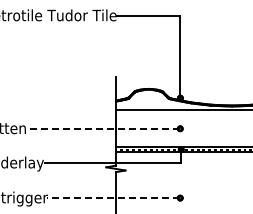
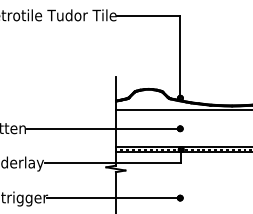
line at (103, 128): dashed -> solid
line at (113, 198): dashed -> solid
